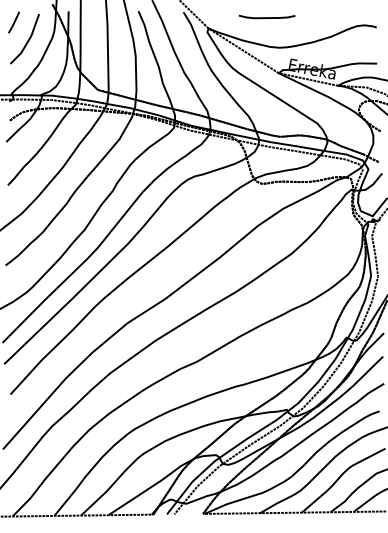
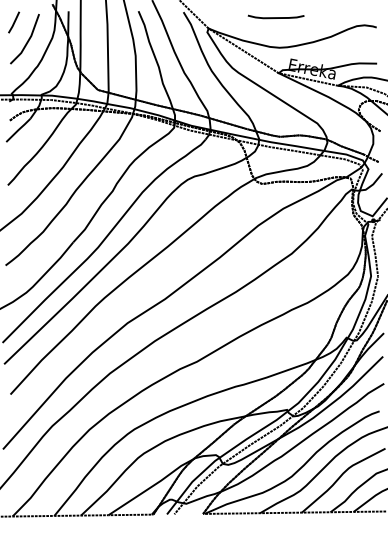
curve at (266, 17) position: (266, 17) -> (275, 17)
